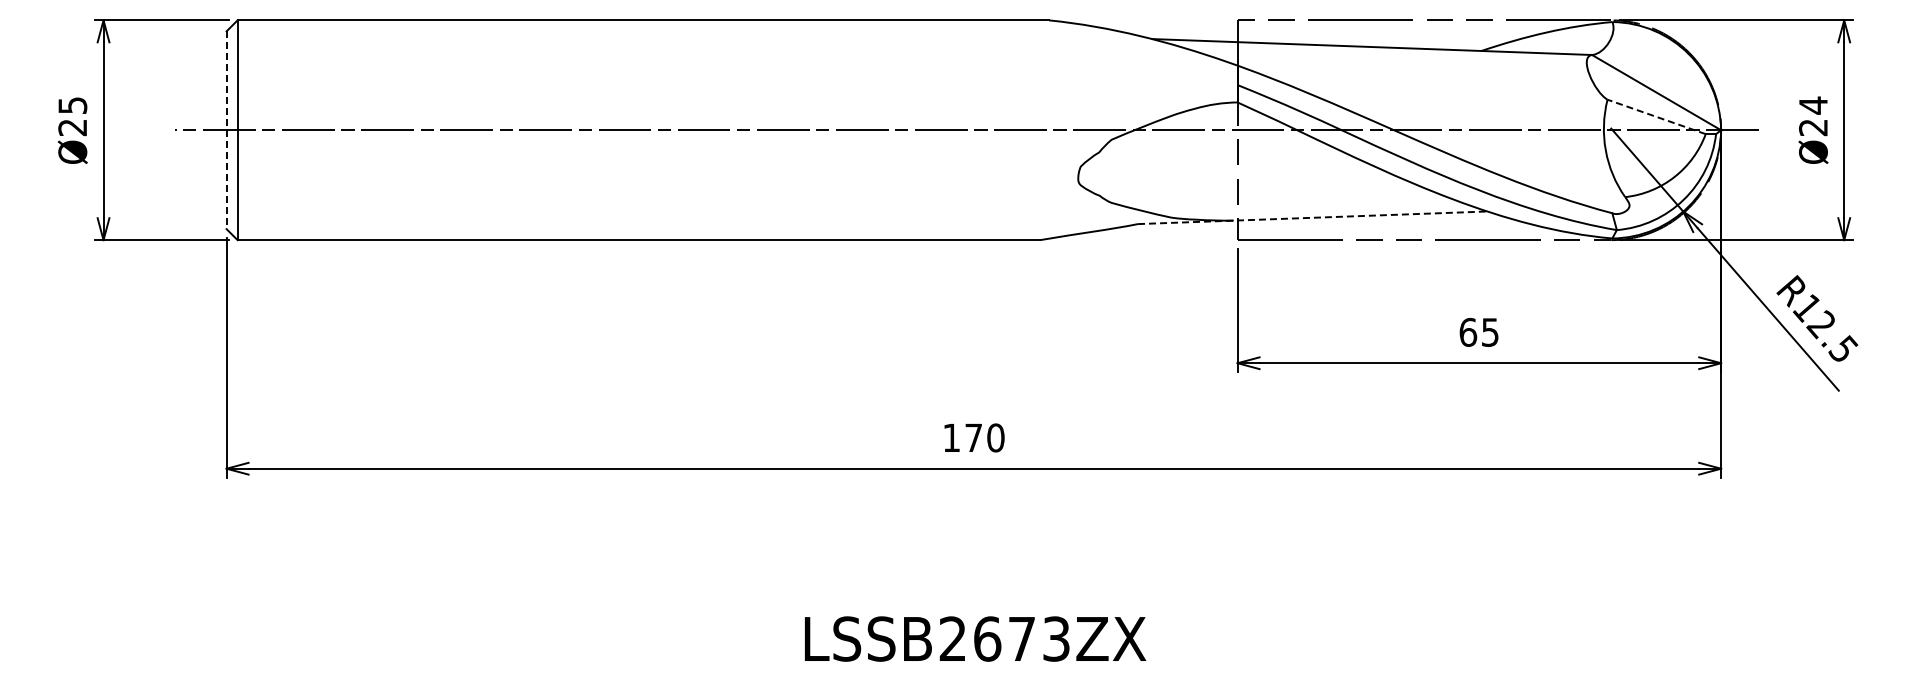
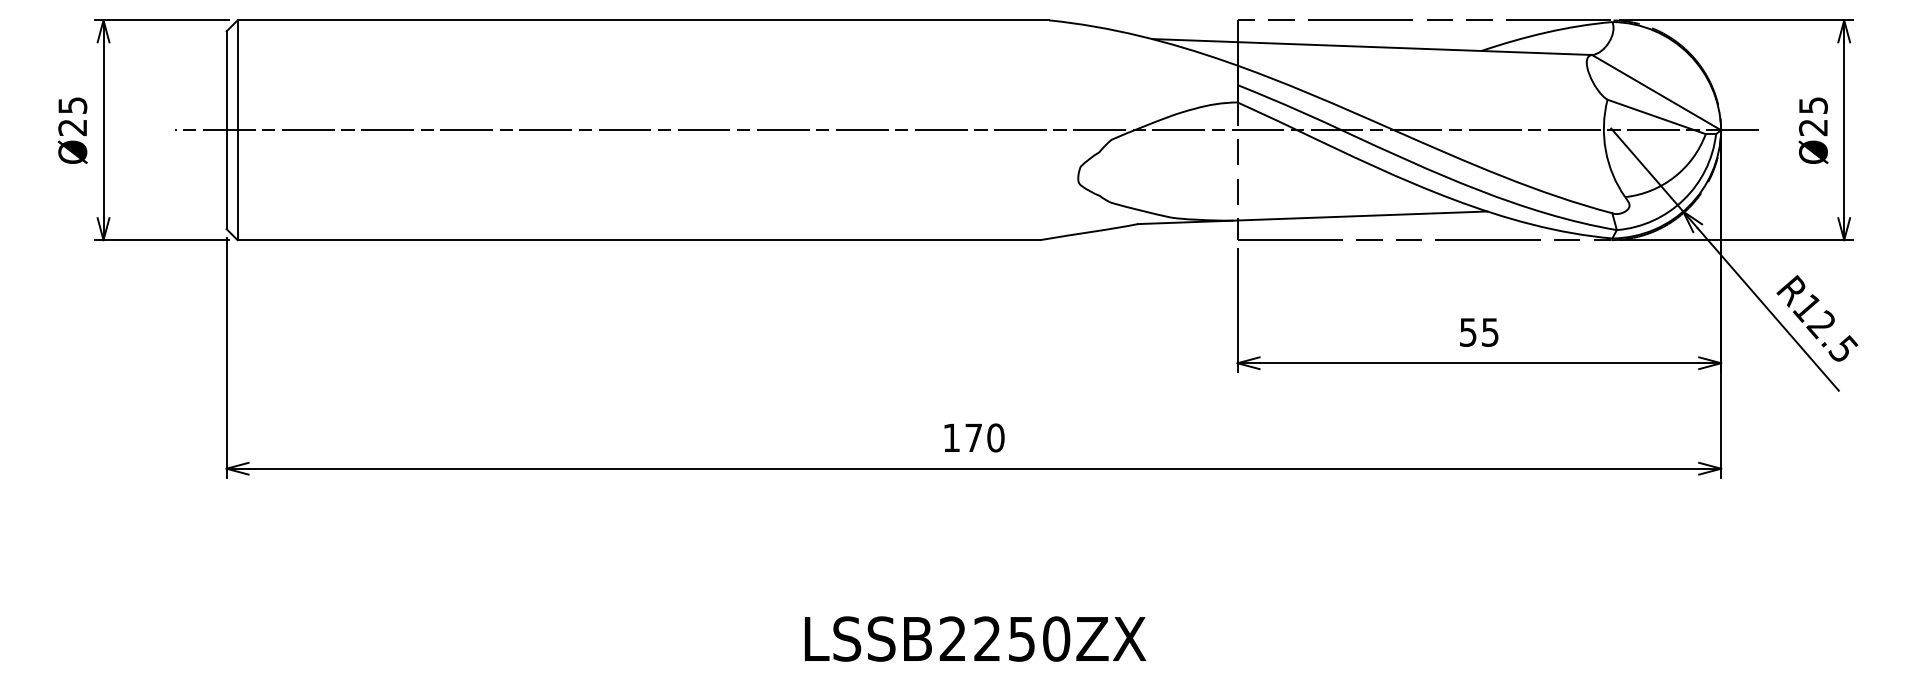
text at (1813, 105): Ø24 -> Ø25
line at (1656, 116): dashed -> solid
line at (226, 130): dashed -> solid
line at (1312, 217): dashed -> solid
text at (1468, 332): 65 -> 55
text at (1022, 638): LSSB2673ZX -> LSSB2250ZX
